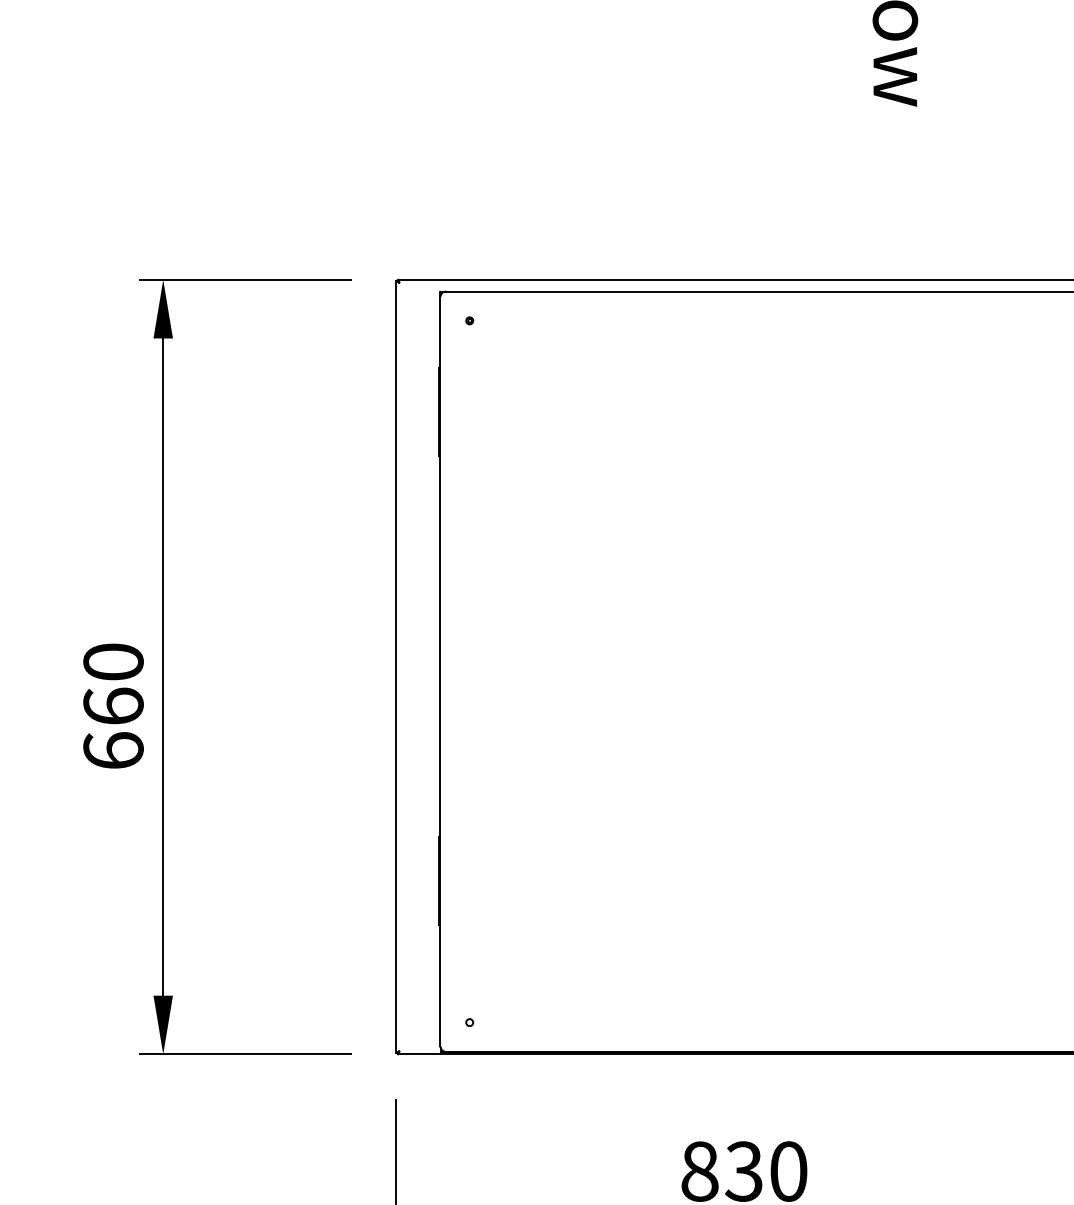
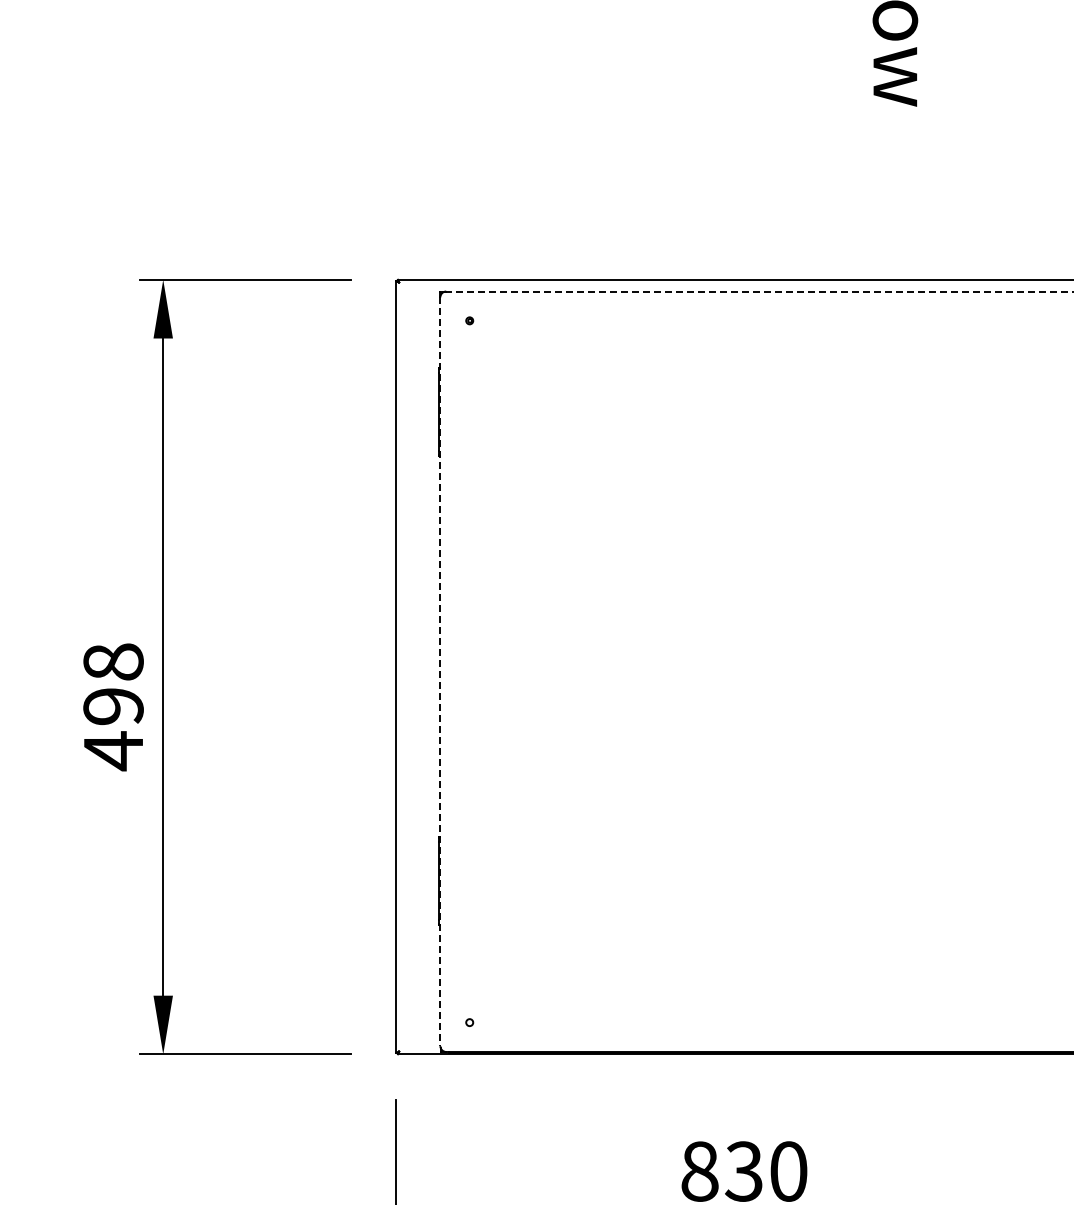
line at (760, 291): solid -> dashed
line at (440, 672): solid -> dashed
text at (113, 707): 660 -> 498
